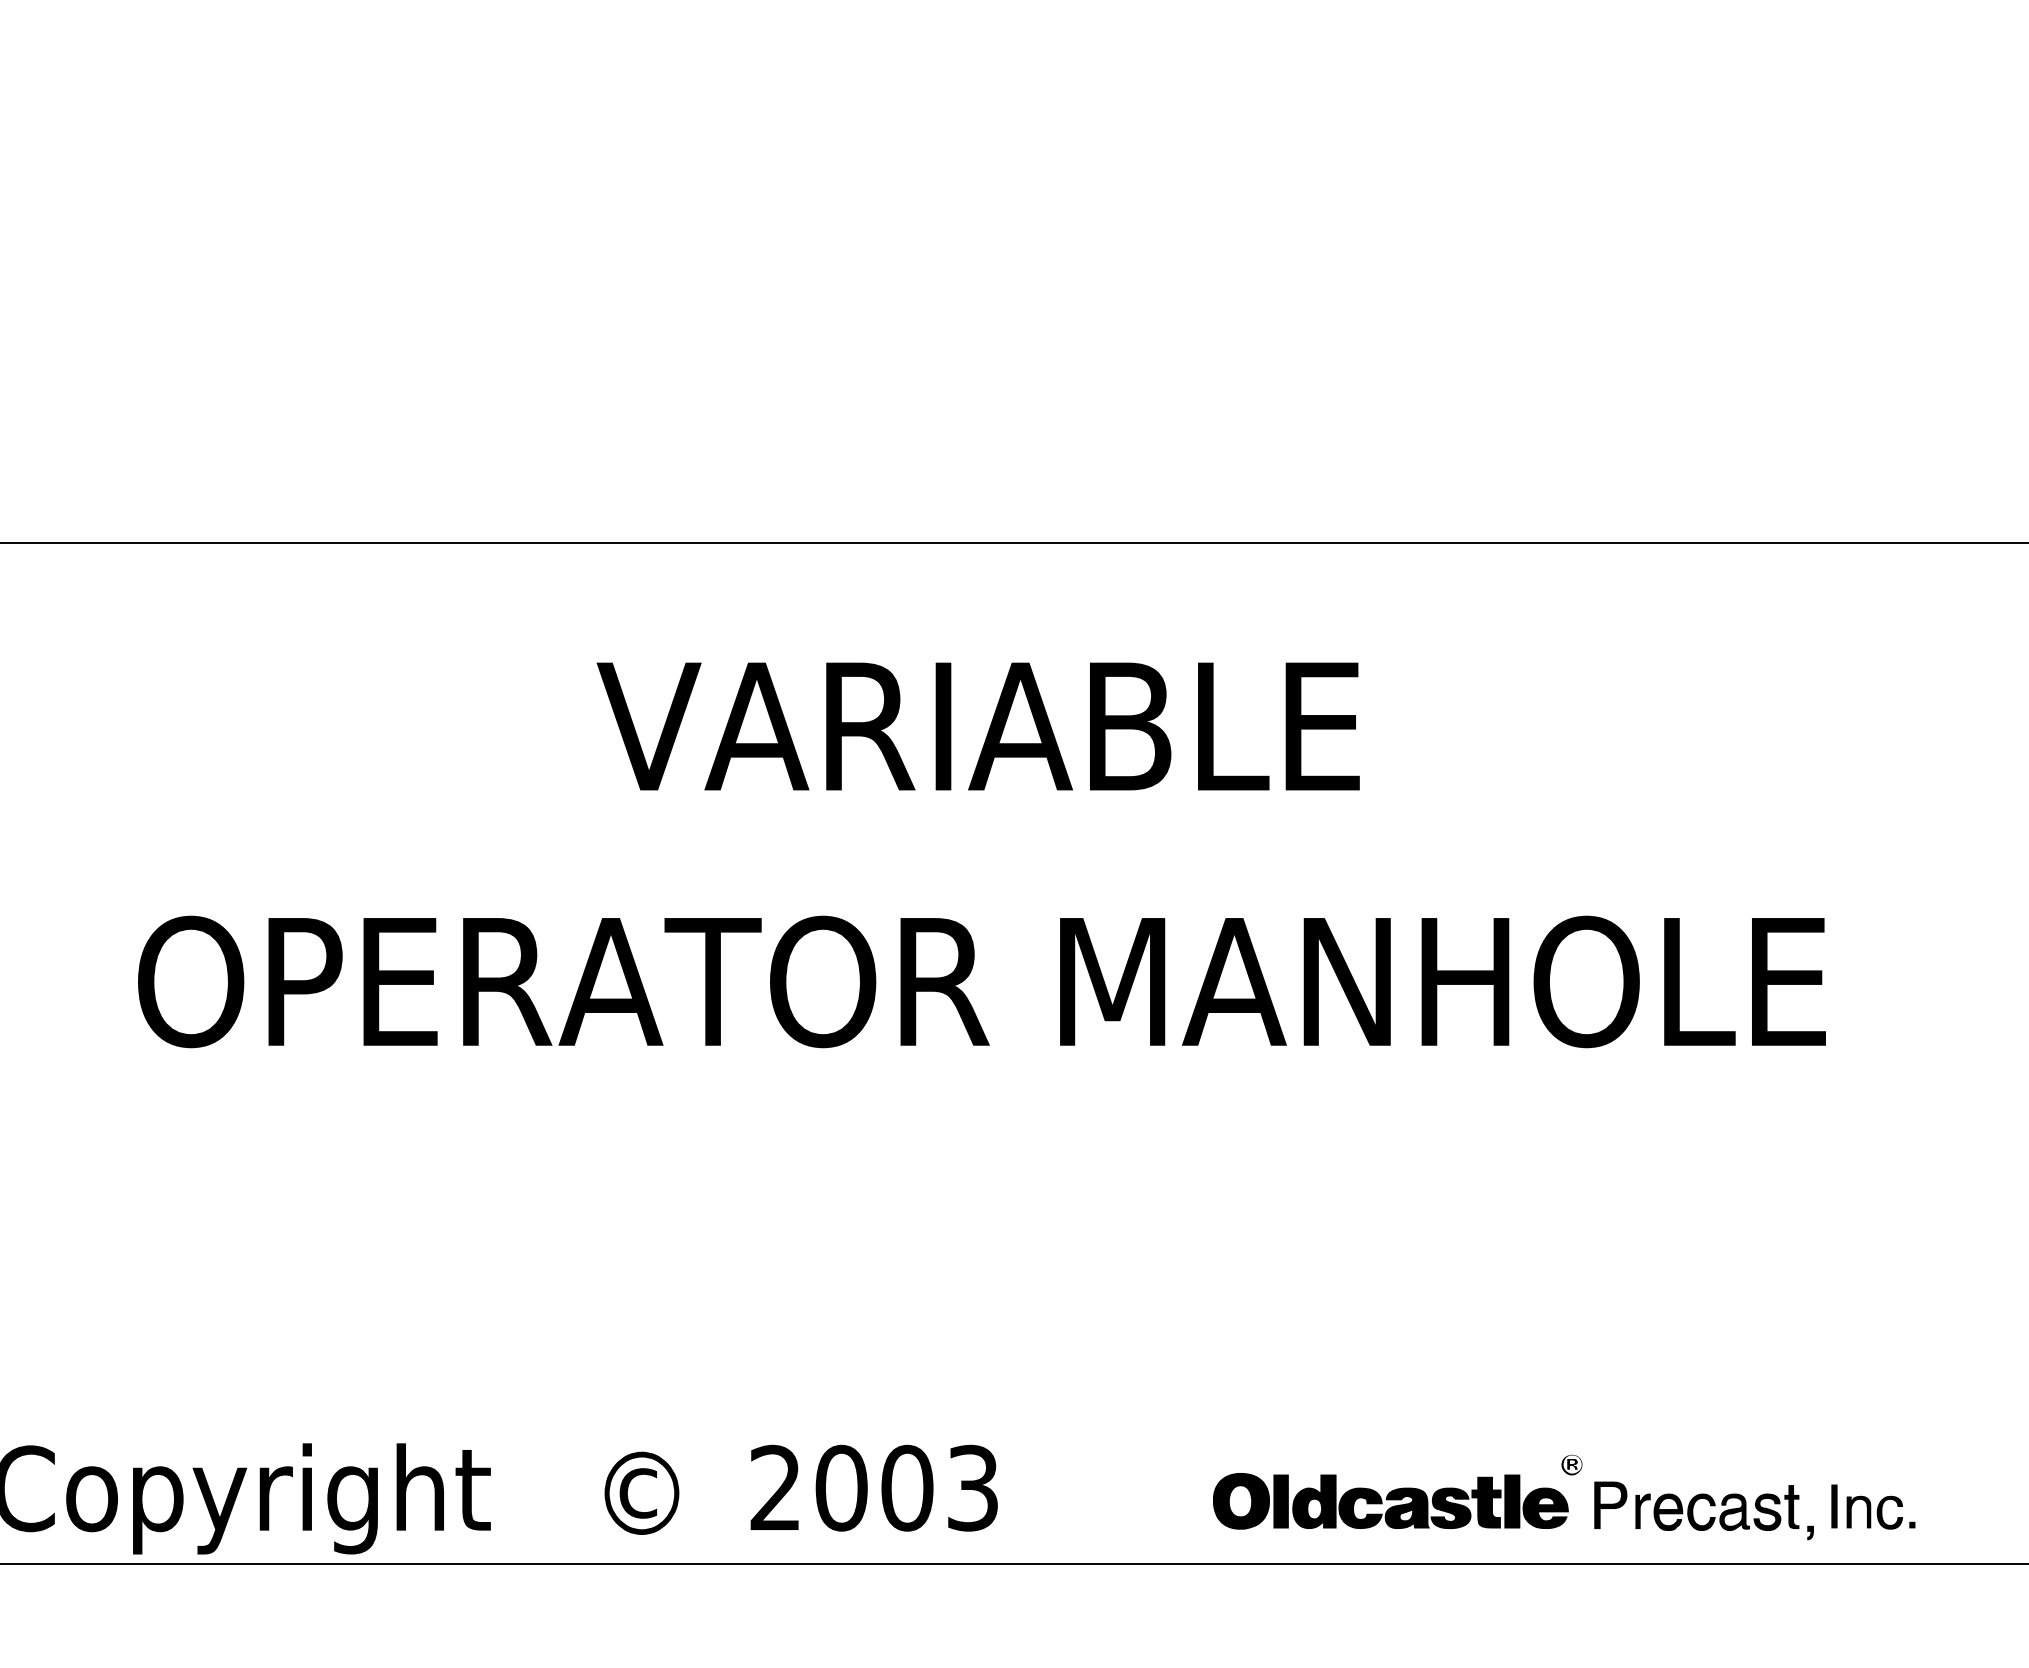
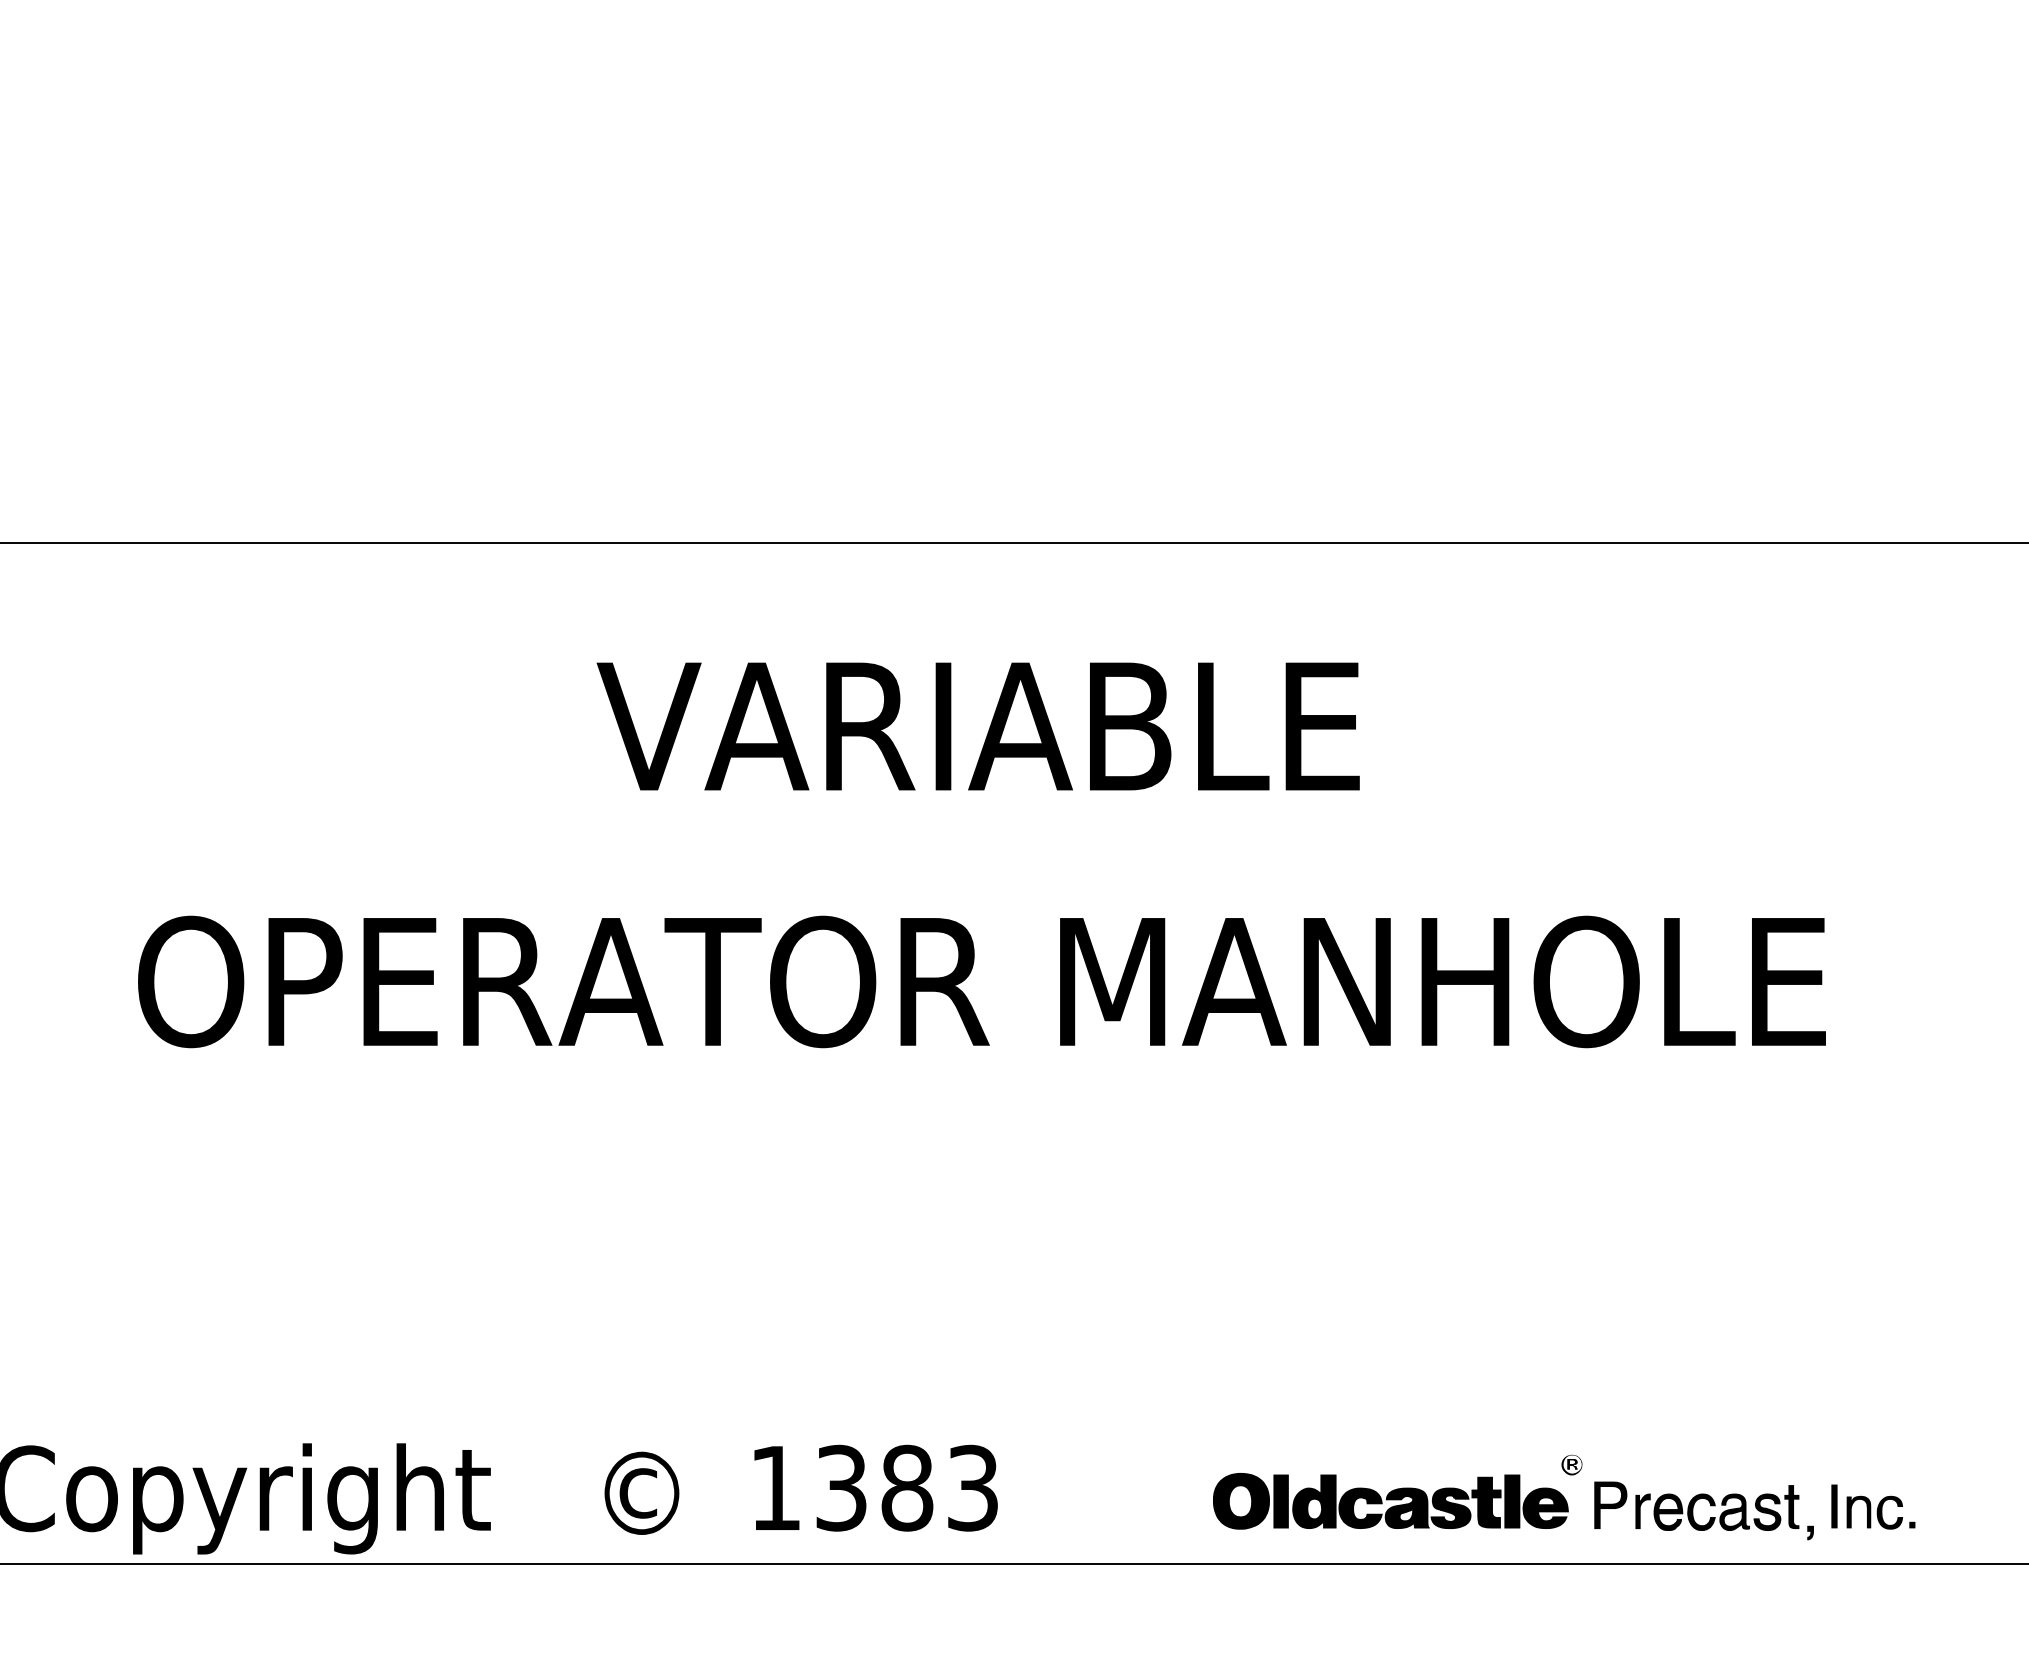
text at (841, 1487): 2003 -> 1383
